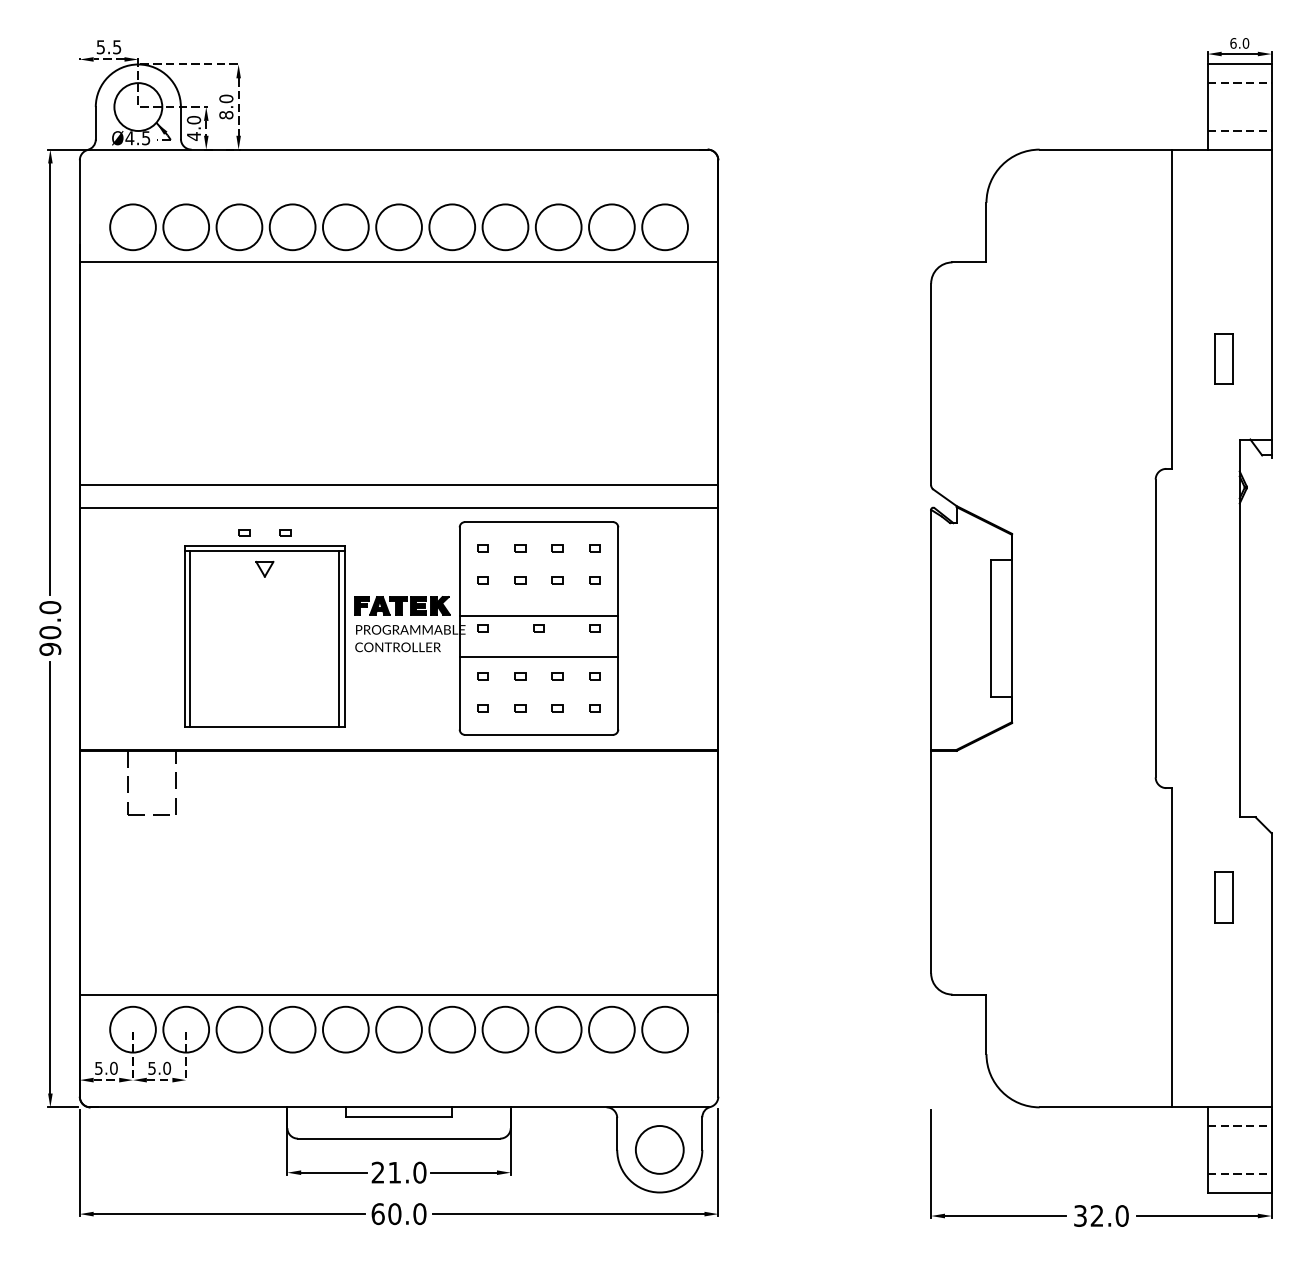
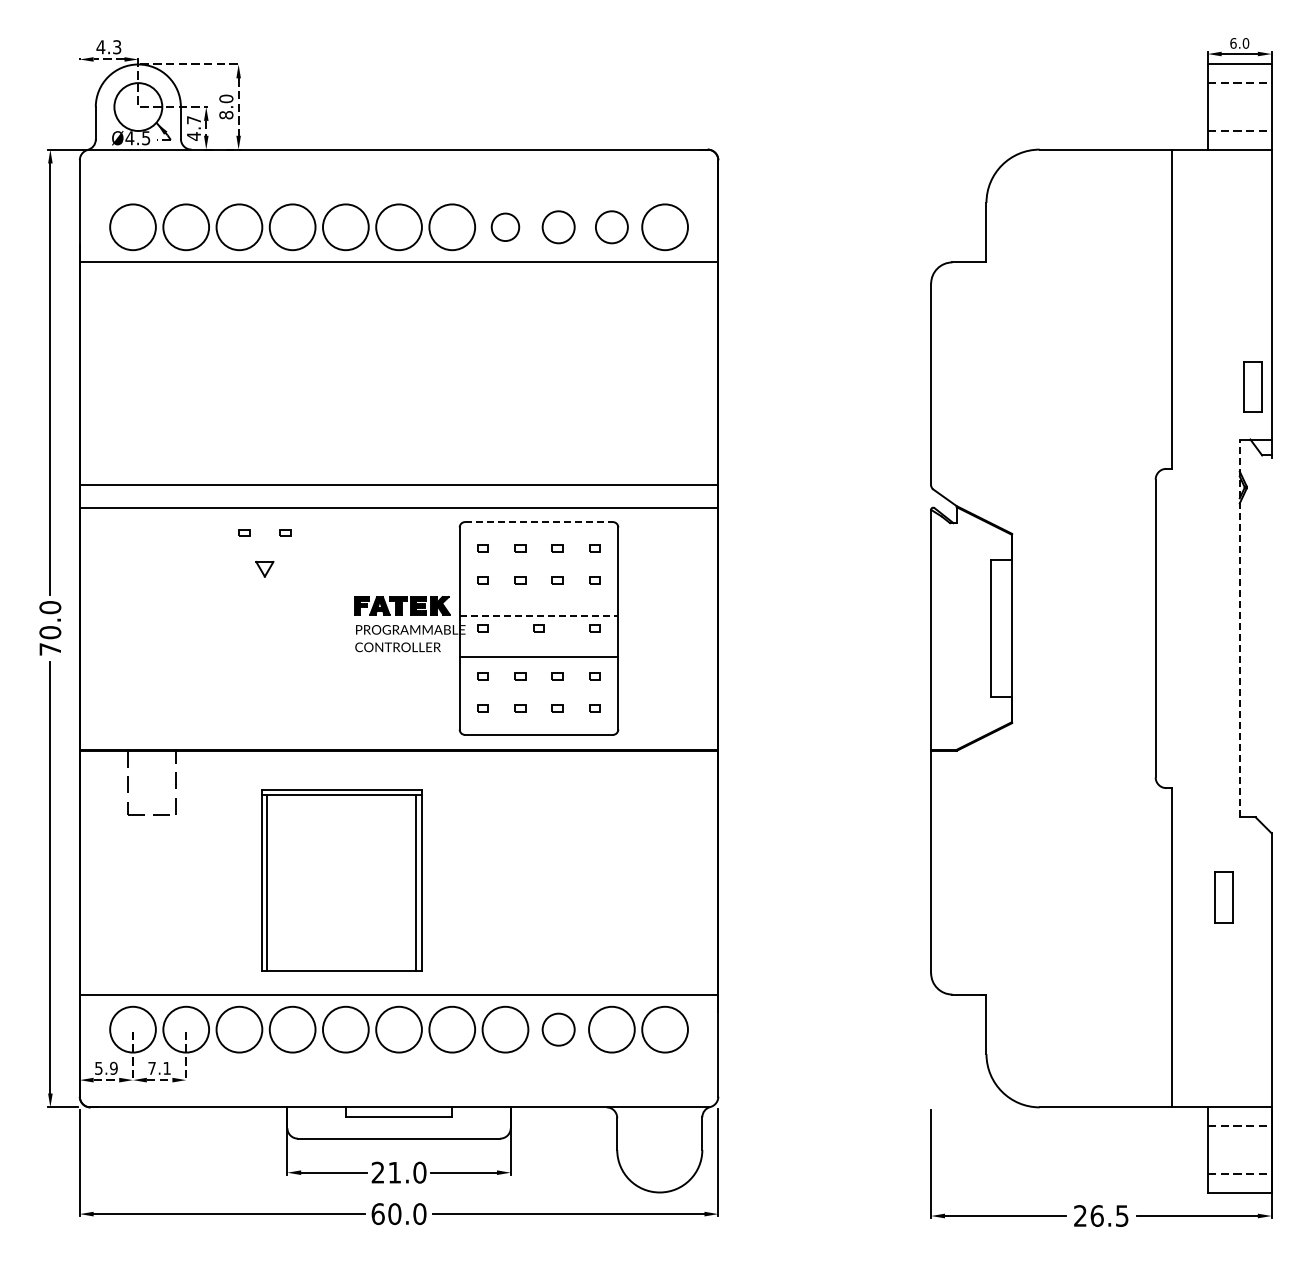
text at (108, 47): 5.5 -> 4.3
text at (193, 120): 4.0 -> 4.7
circle at (505, 227) diameter: 46 px -> 27 px
circle at (558, 227) diameter: 46 px -> 32 px
circle at (611, 227) diameter: 46 px -> 32 px
part at (1223, 358) position: (1223, 358) -> (1252, 386)
line at (539, 522): solid -> dashed
line at (539, 615): solid -> dashed
line at (1239, 628): solid -> dashed
part at (264, 636) position: (264, 636) -> (341, 880)
text at (50, 648): 90.0 -> 70.0
circle at (558, 1029) diameter: 46 px -> 32 px
text at (159, 1067): 5.0 -> 7.1
text at (113, 1068): 5.0 -> 5.9
circle at (659, 1149): present -> none
text at (1101, 1215): 32.0 -> 26.5
